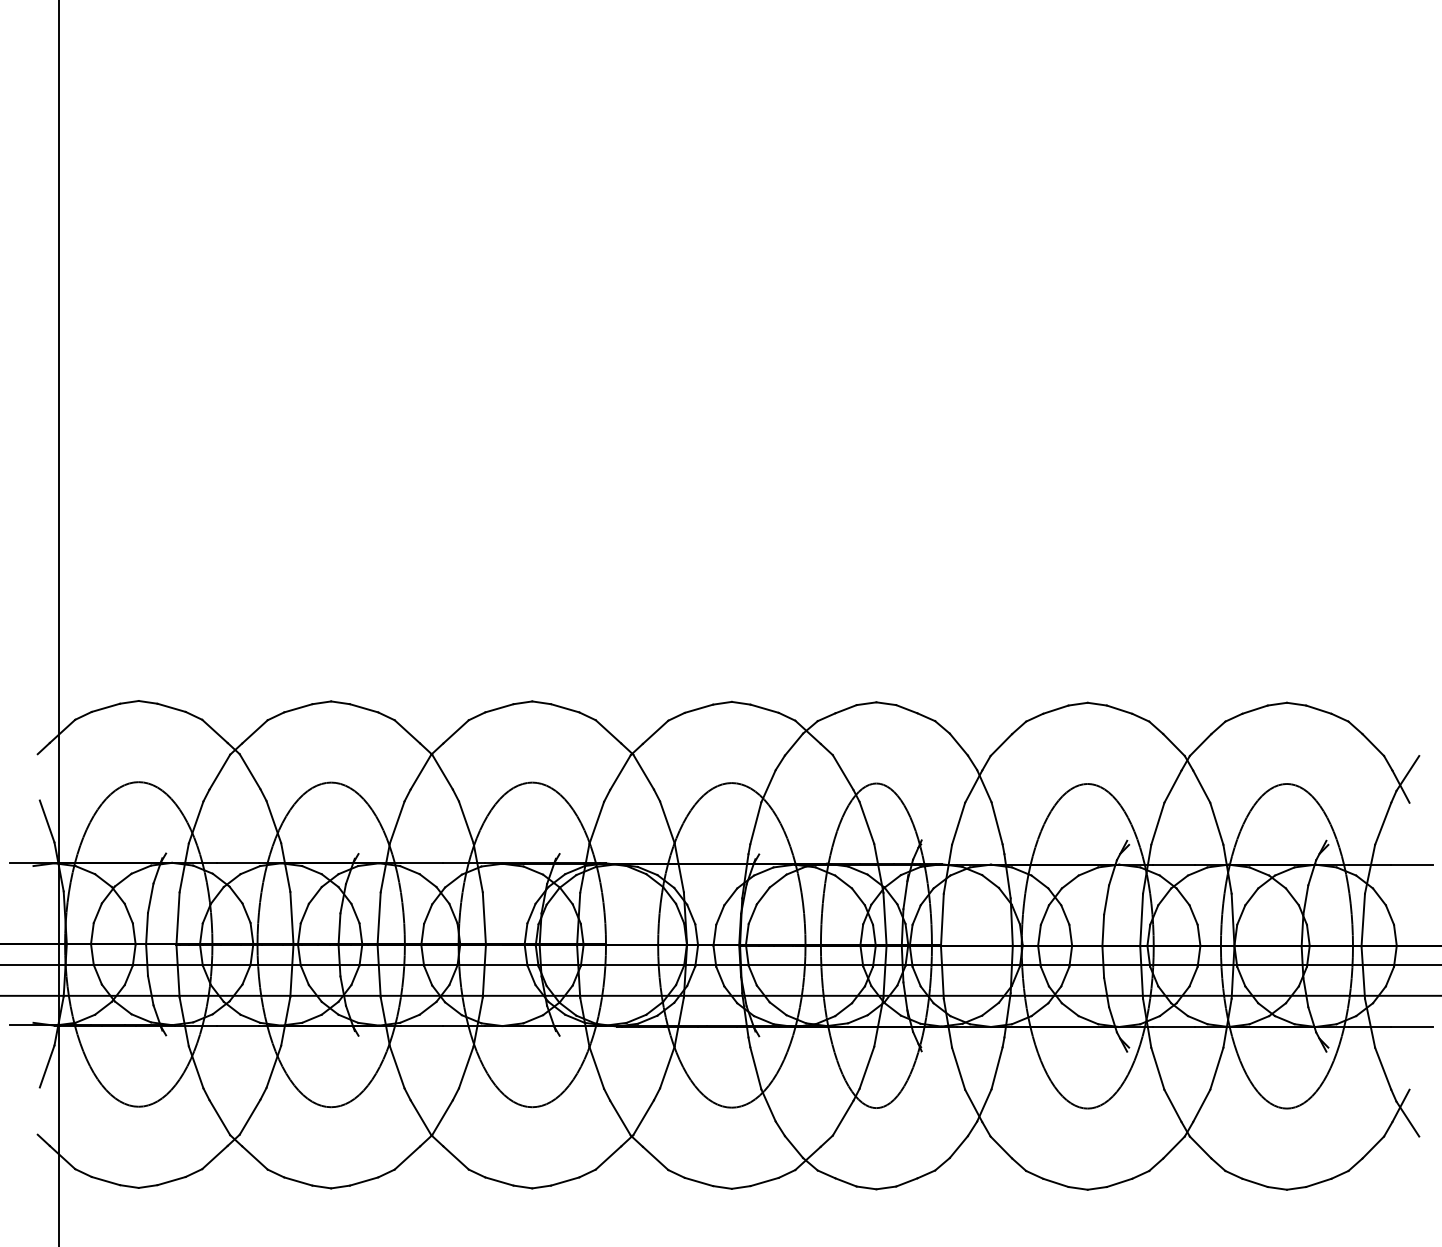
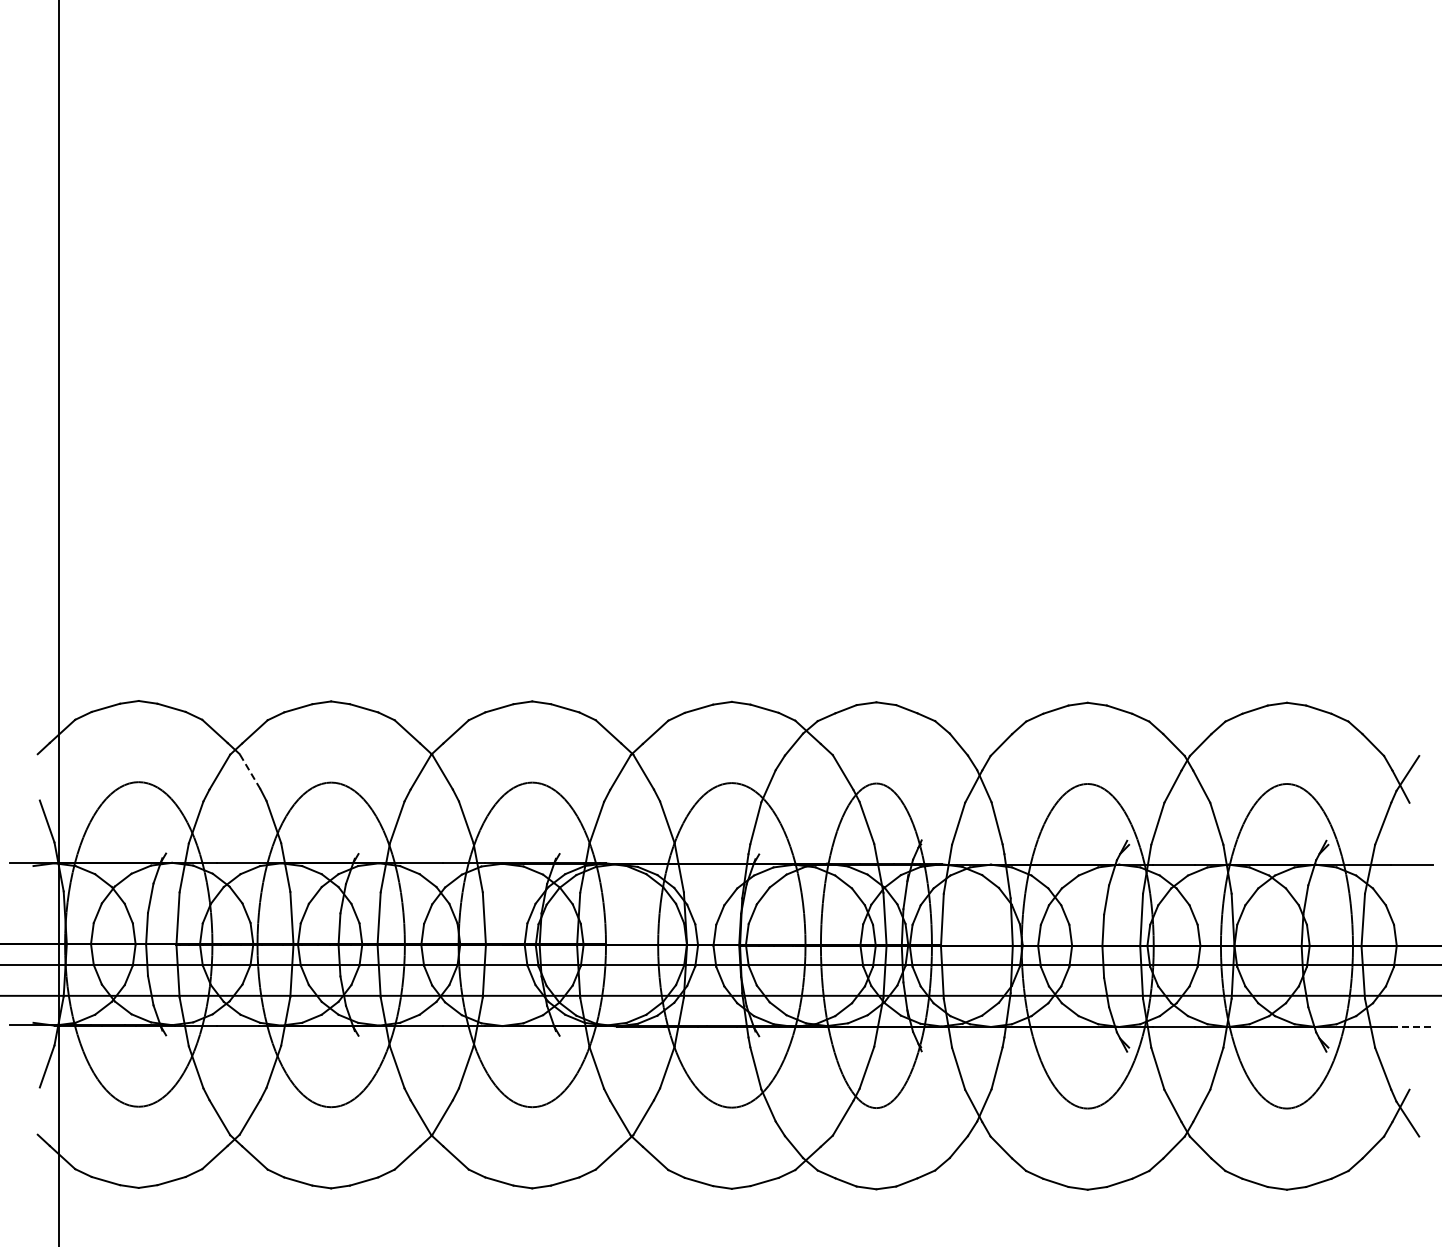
line at (249, 771): solid -> dashed
line at (1412, 1026): solid -> dashed
